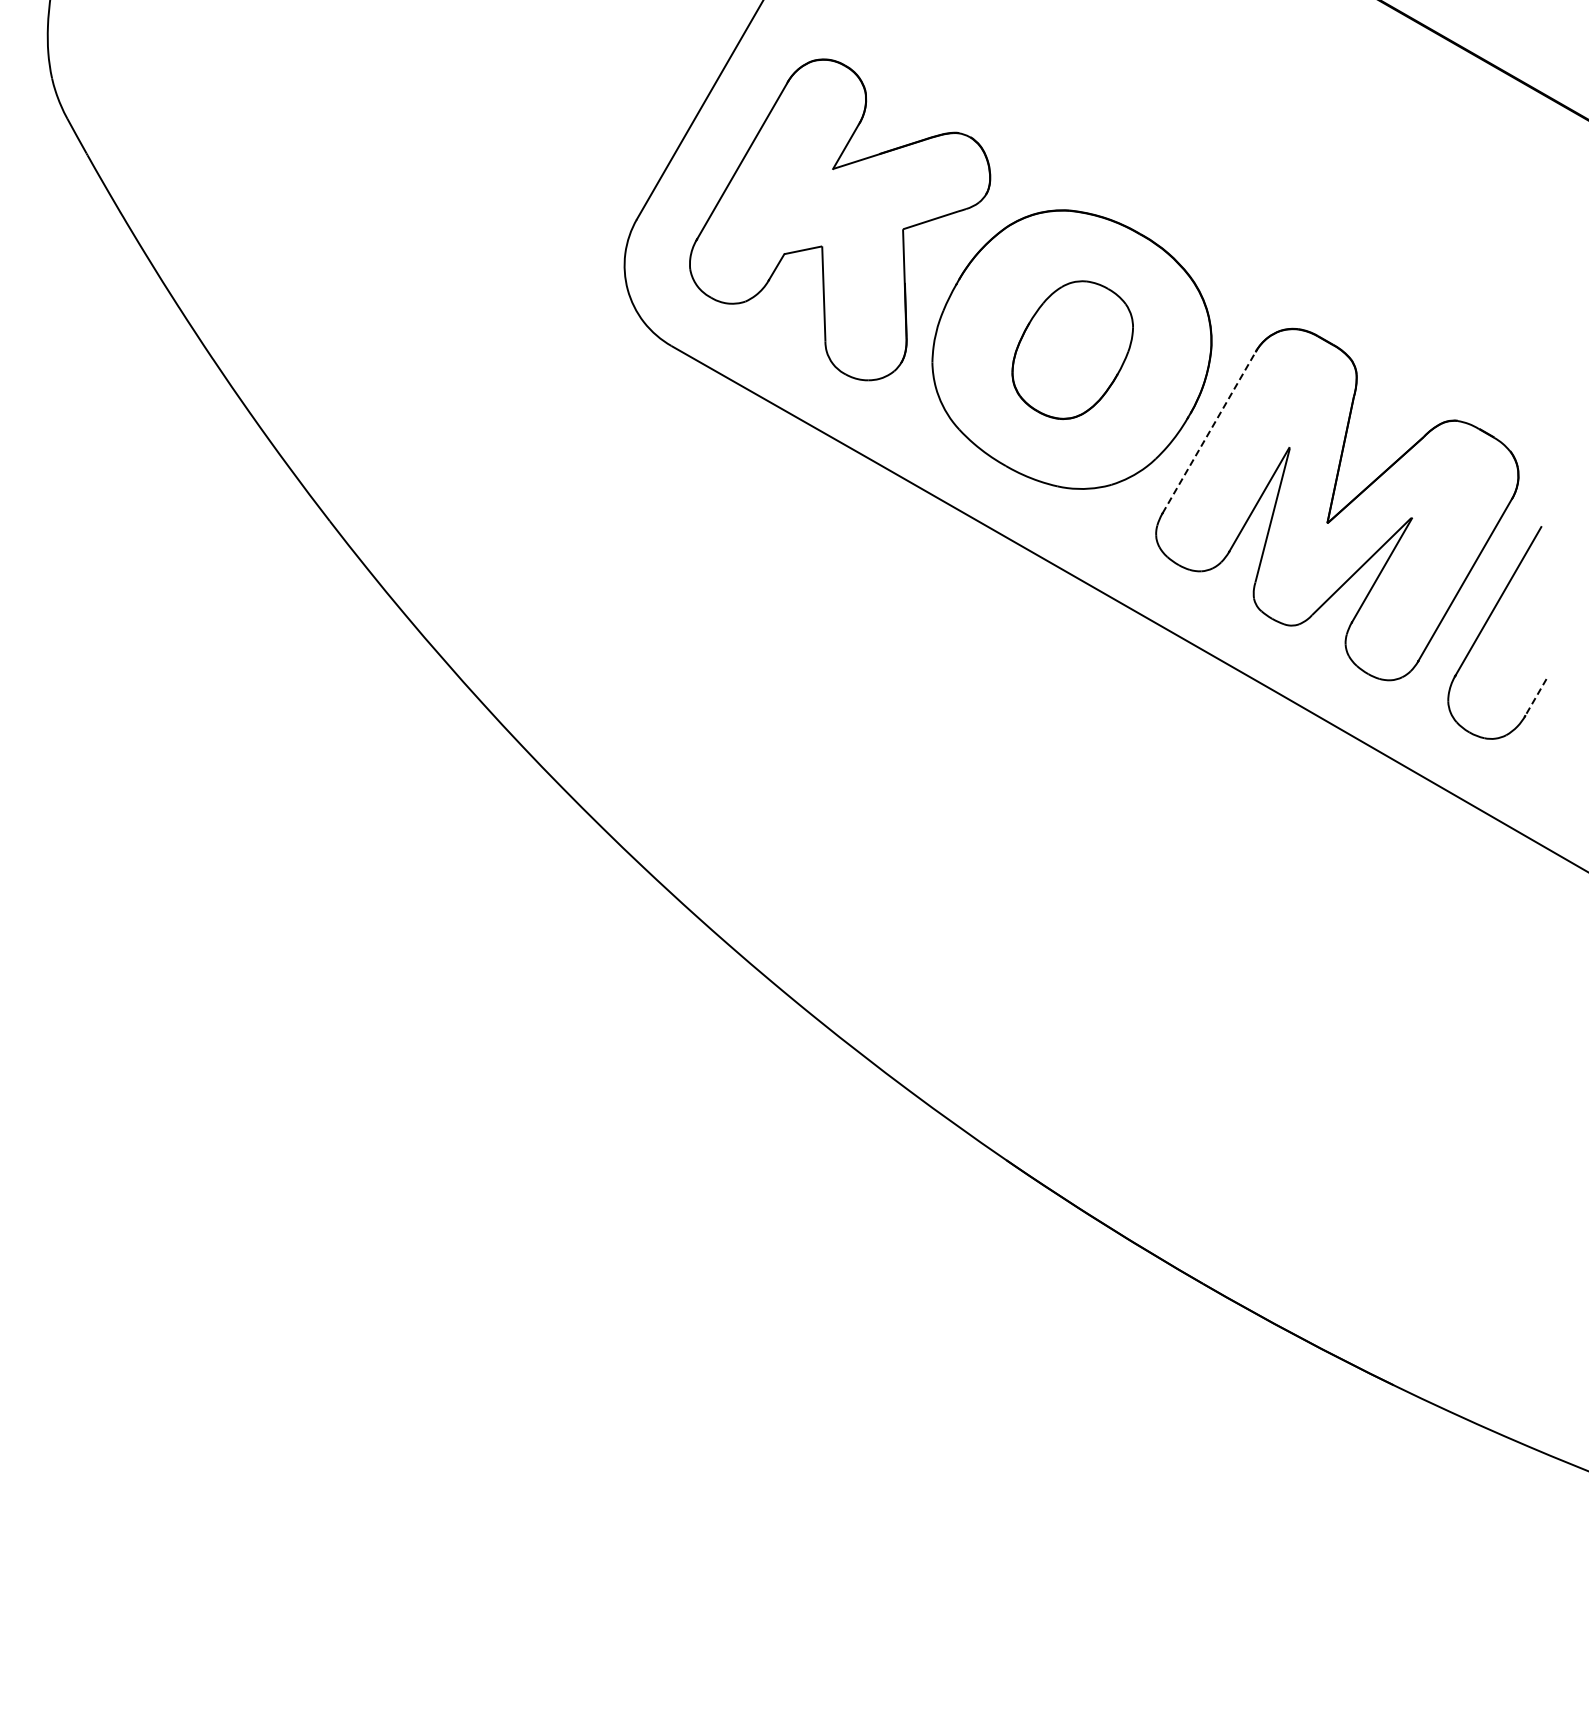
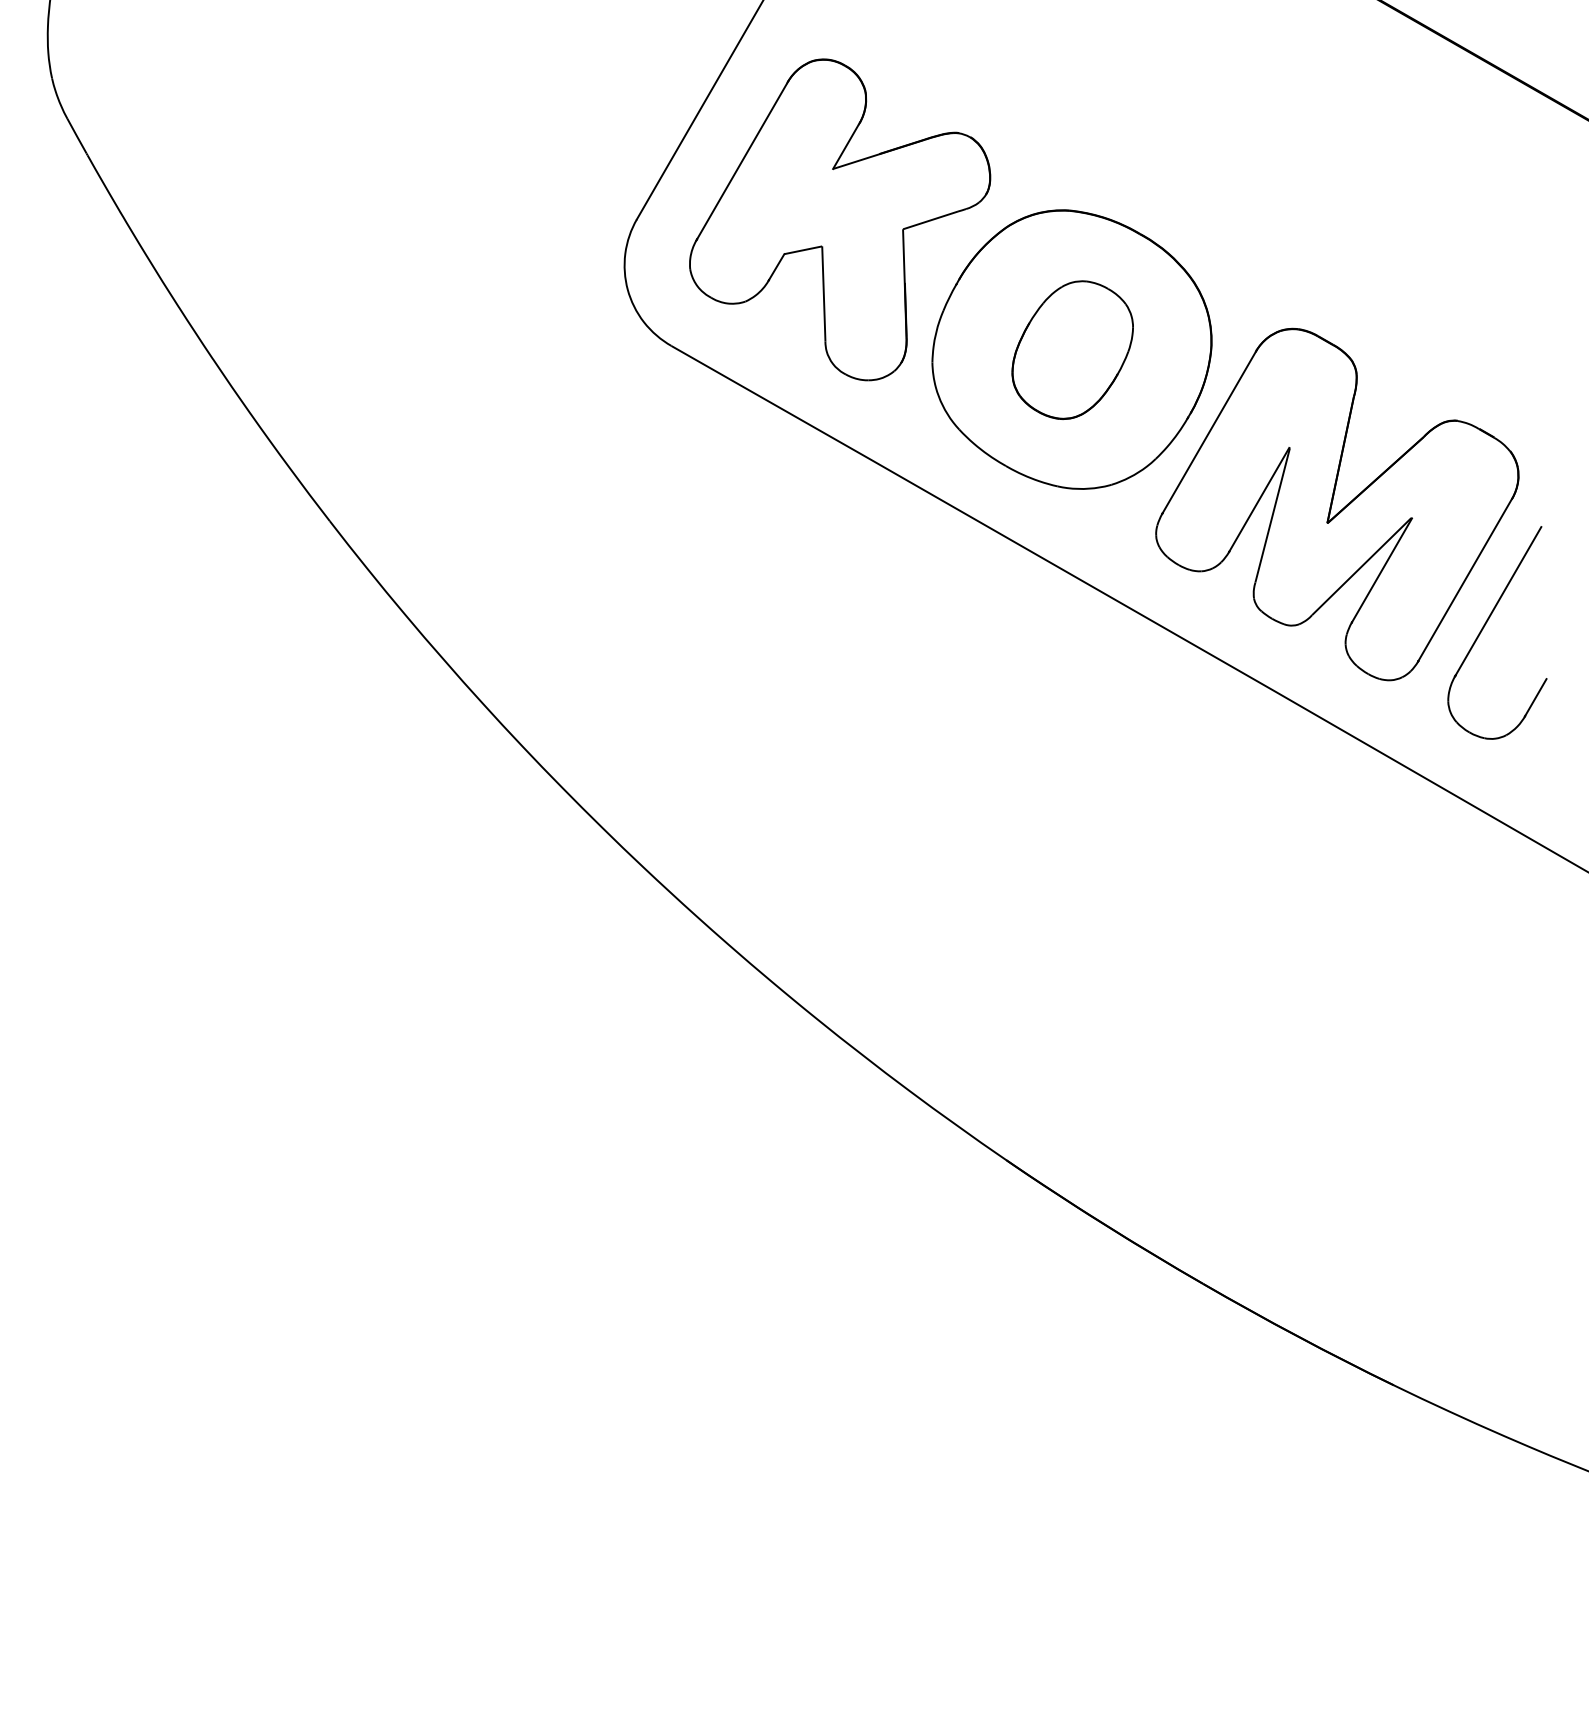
line at (1209, 432): dashed -> solid
line at (1536, 697): dashed -> solid
